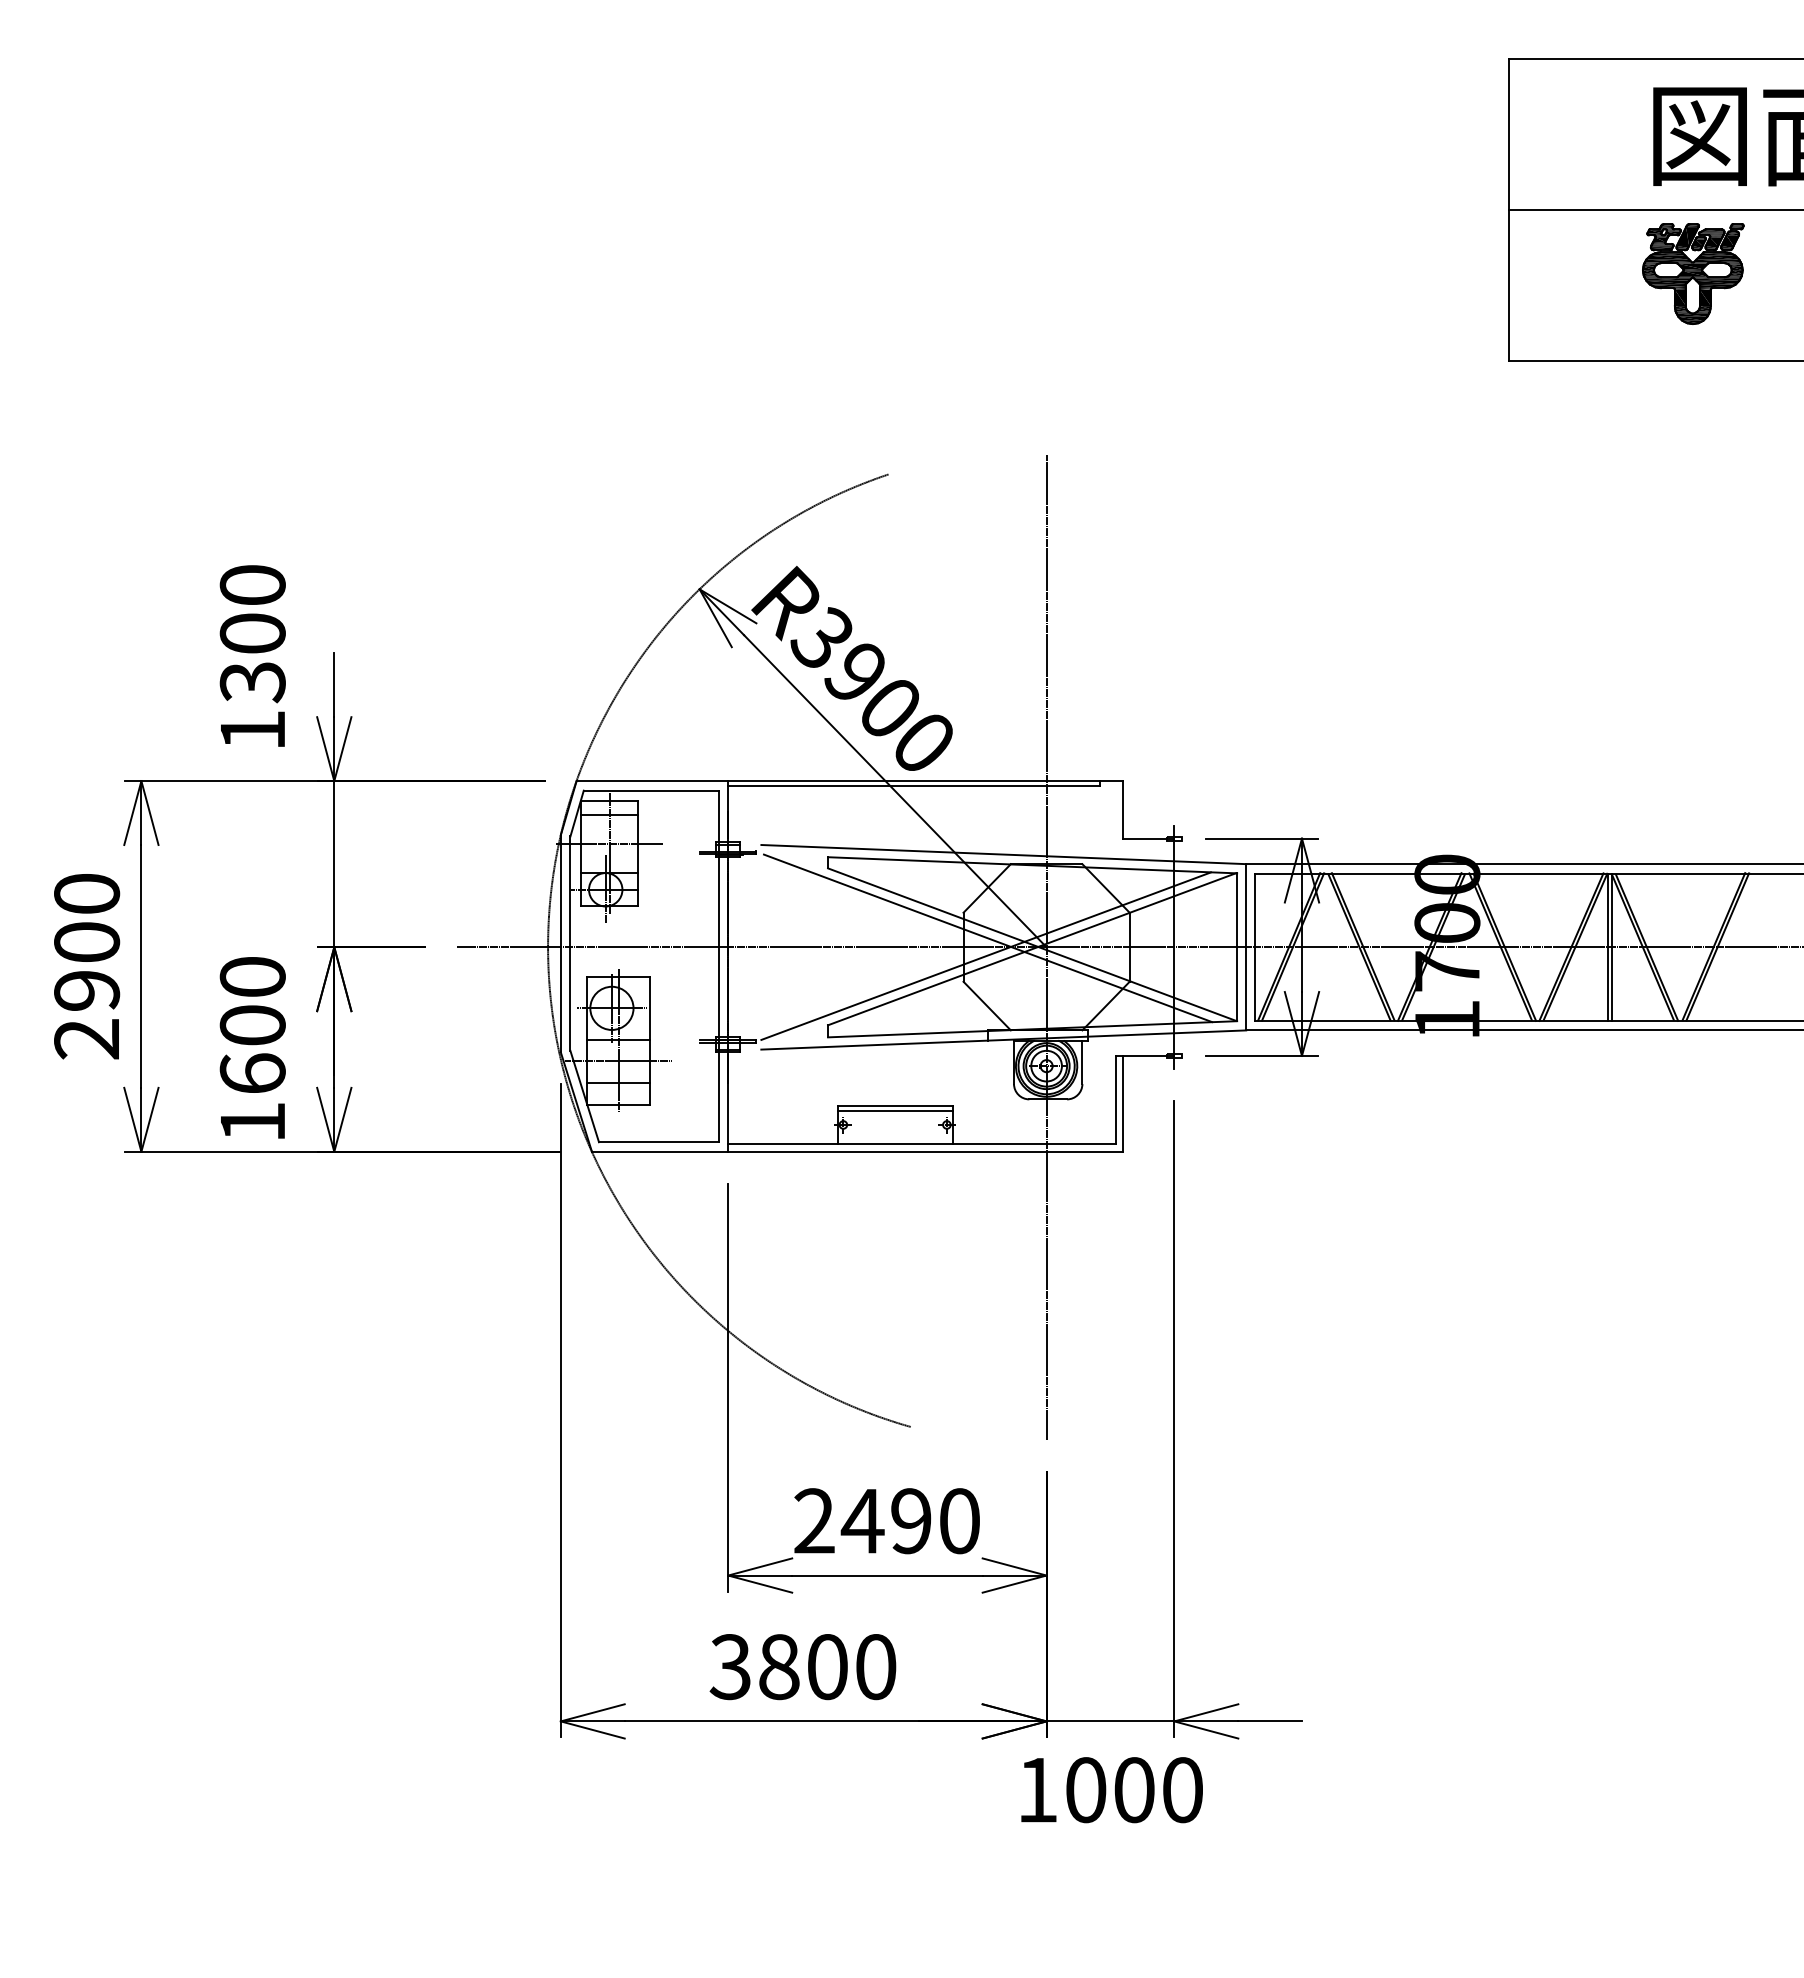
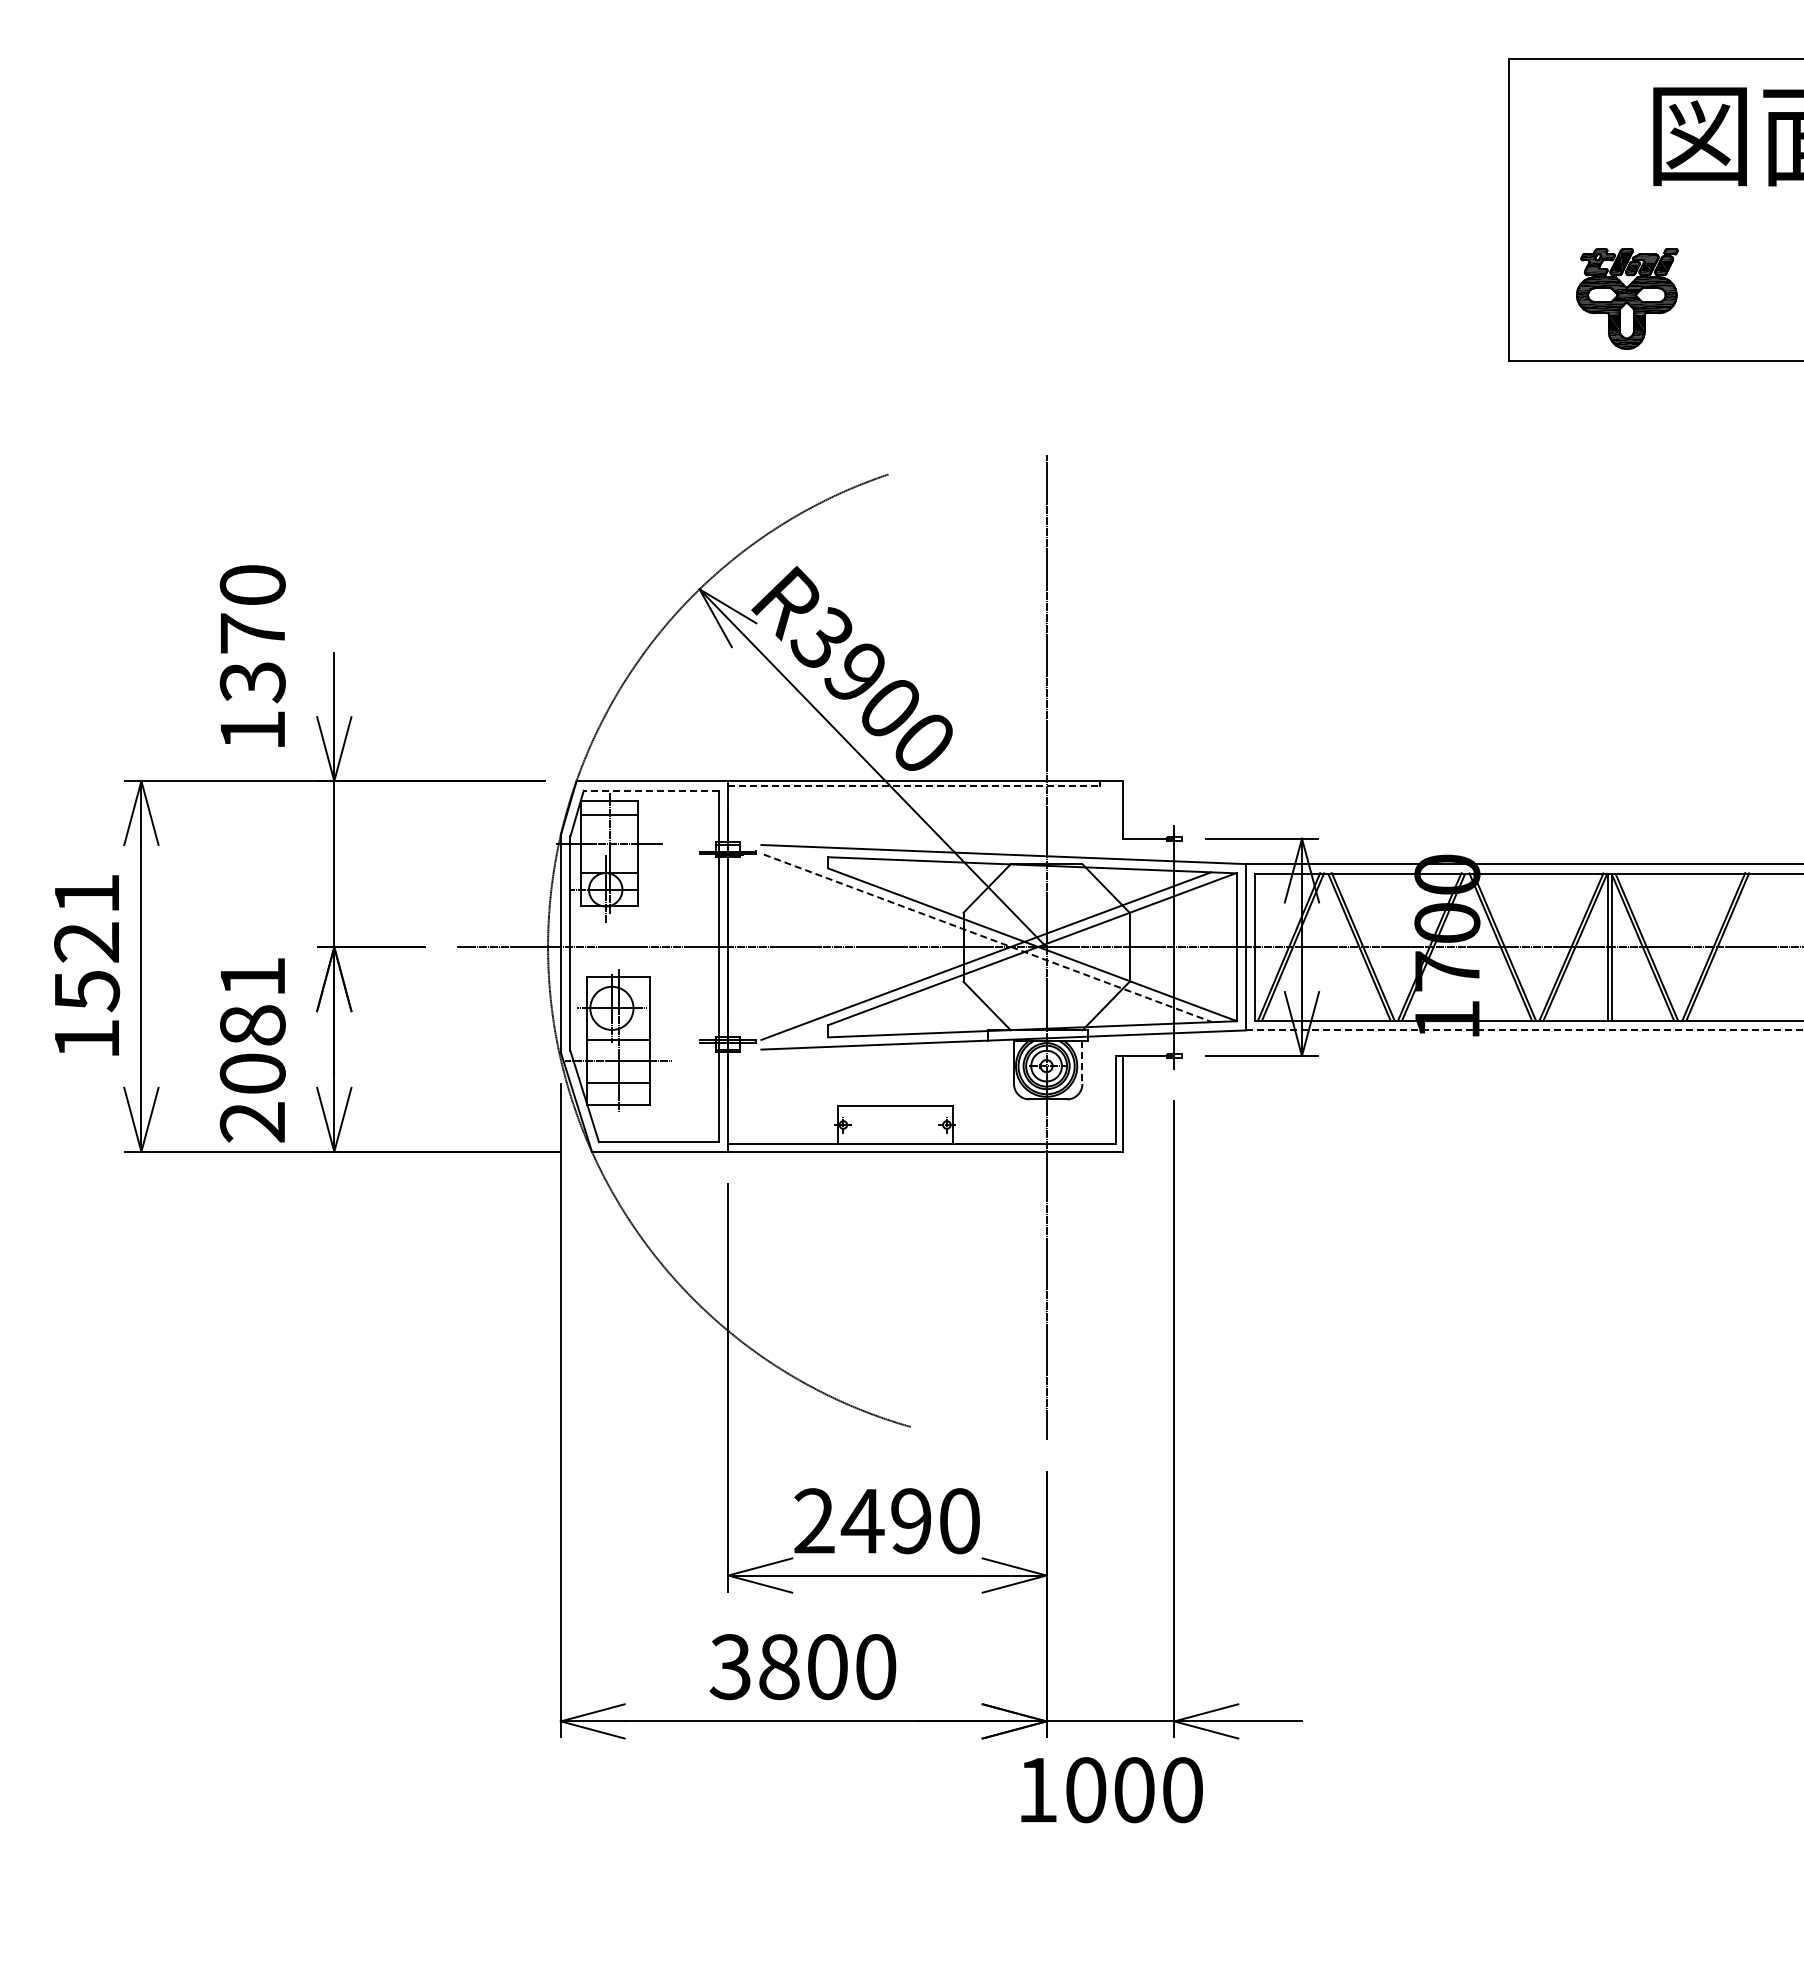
line at (1654, 210): present -> none
part at (1693, 273) position: (1693, 273) -> (1627, 298)
text at (252, 633): 1300 -> 1370
line at (914, 786): solid -> dashed
line at (650, 790): solid -> dashed
line at (988, 938): solid -> dashed
text at (87, 966): 2900 -> 1521
line at (1525, 1030): solid -> dashed
text at (252, 1049): 1600 -> 2081
line at (1082, 1062): solid -> dashed
line at (894, 1110): present -> none
